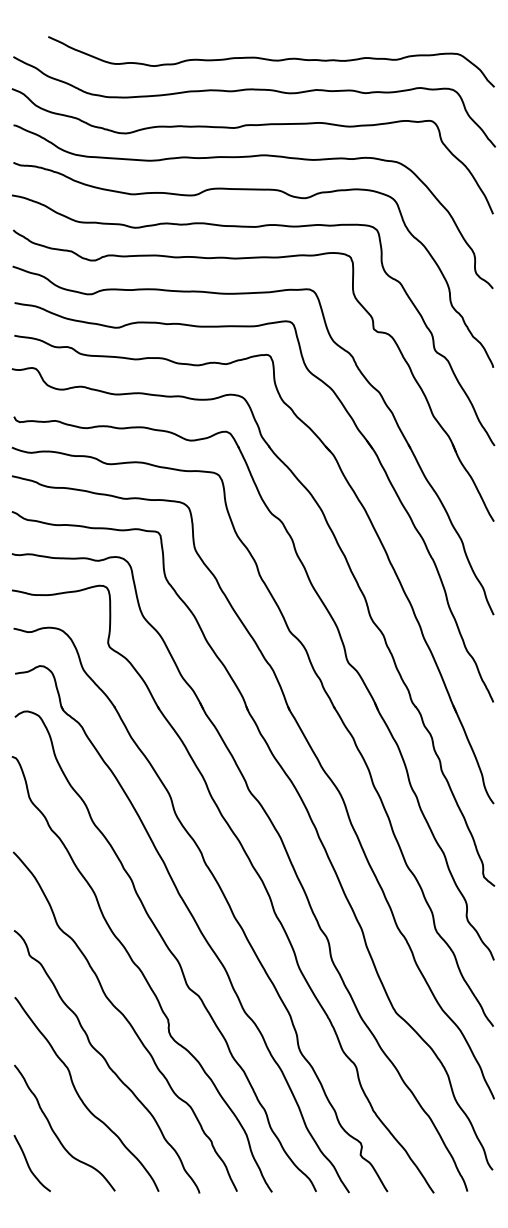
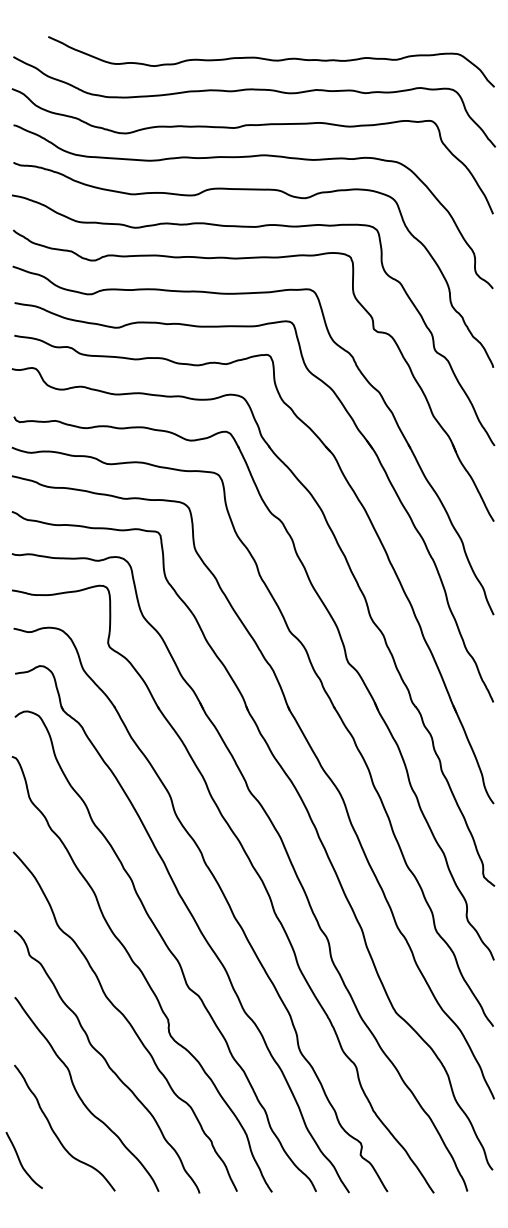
curve at (29, 1165) position: (29, 1165) -> (21, 1162)
